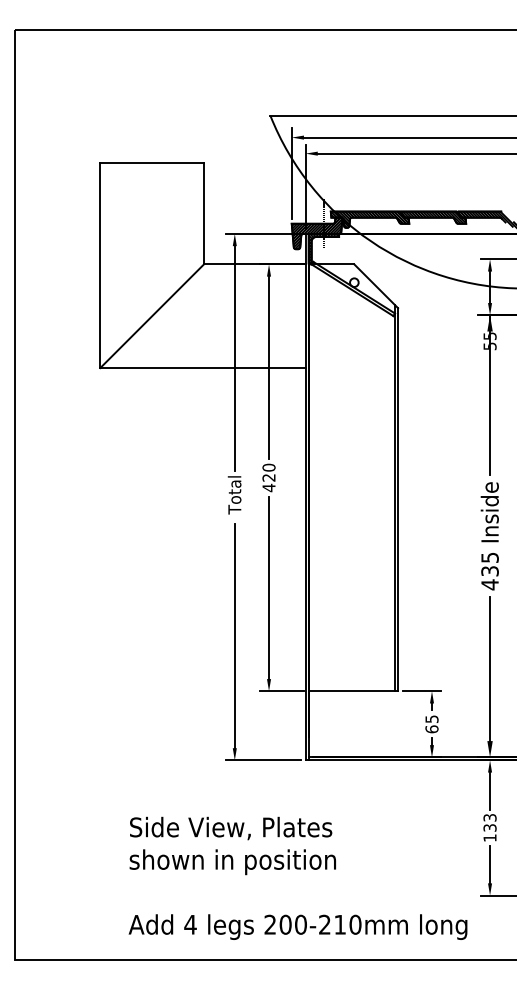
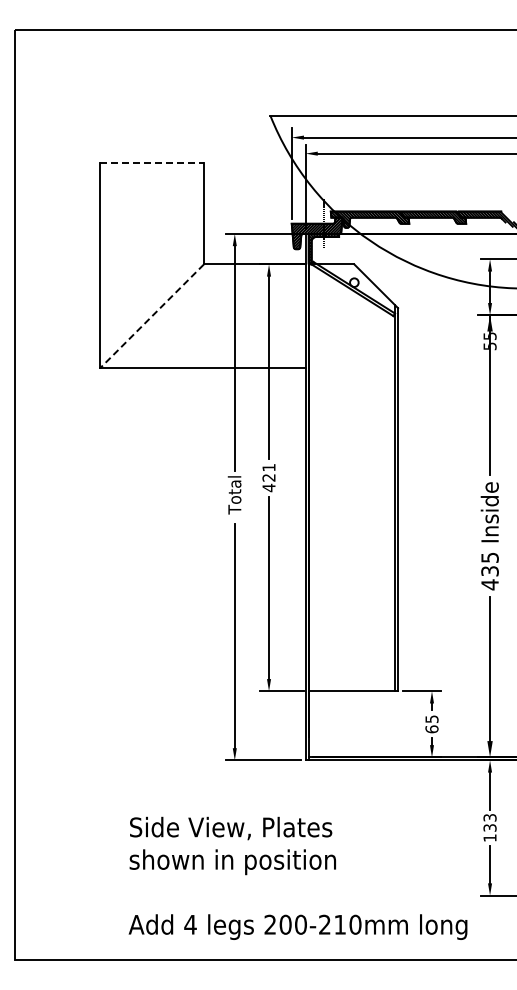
line at (152, 162): solid -> dashed
line at (151, 316): solid -> dashed
text at (268, 467): 420 -> 421
